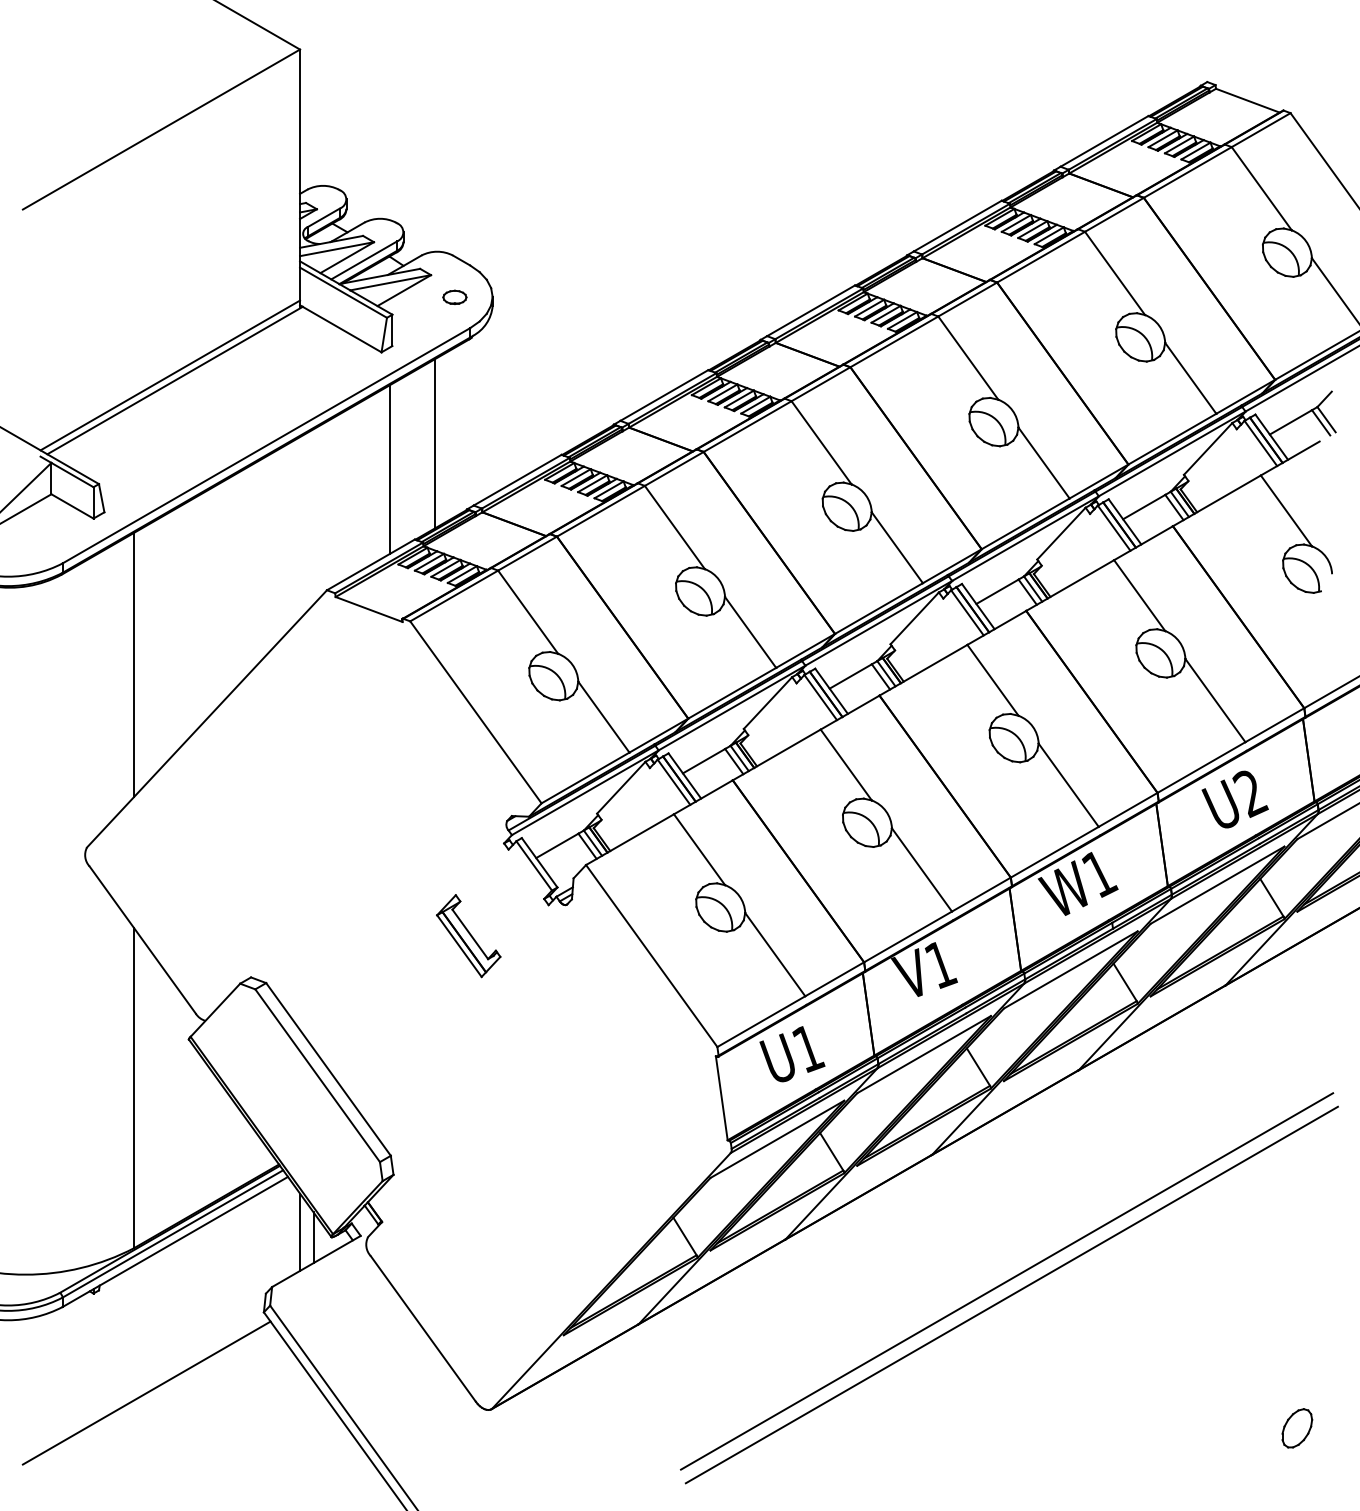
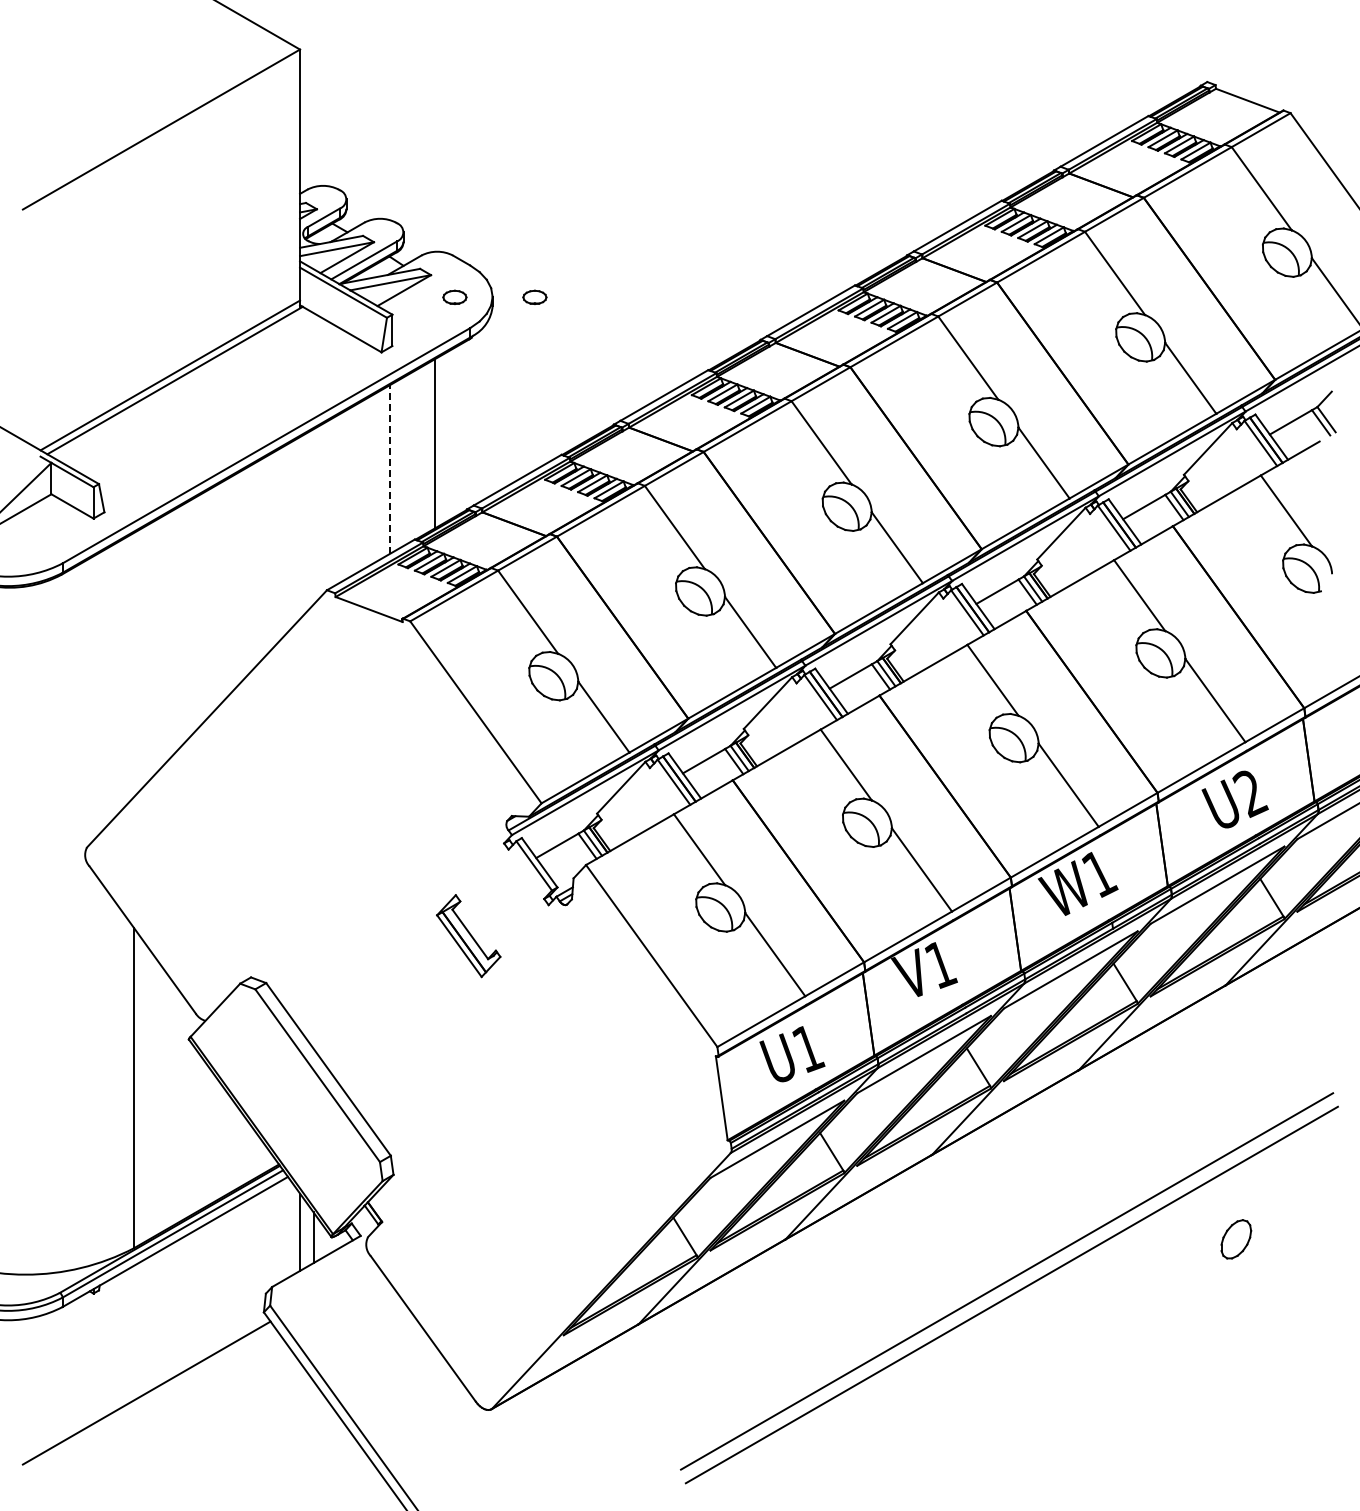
part at (534, 296): none -> present
line at (389, 469): solid -> dashed
line at (134, 664): present -> none
part at (1297, 1428) position: (1297, 1428) -> (1236, 1239)
